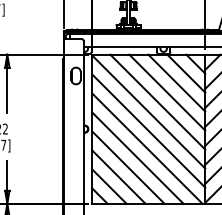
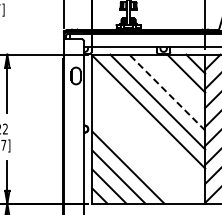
line at (176, 82): present -> none
line at (167, 92): solid -> dashed
line at (148, 130): present -> none
line at (147, 148): present -> none
line at (137, 157): present -> none
